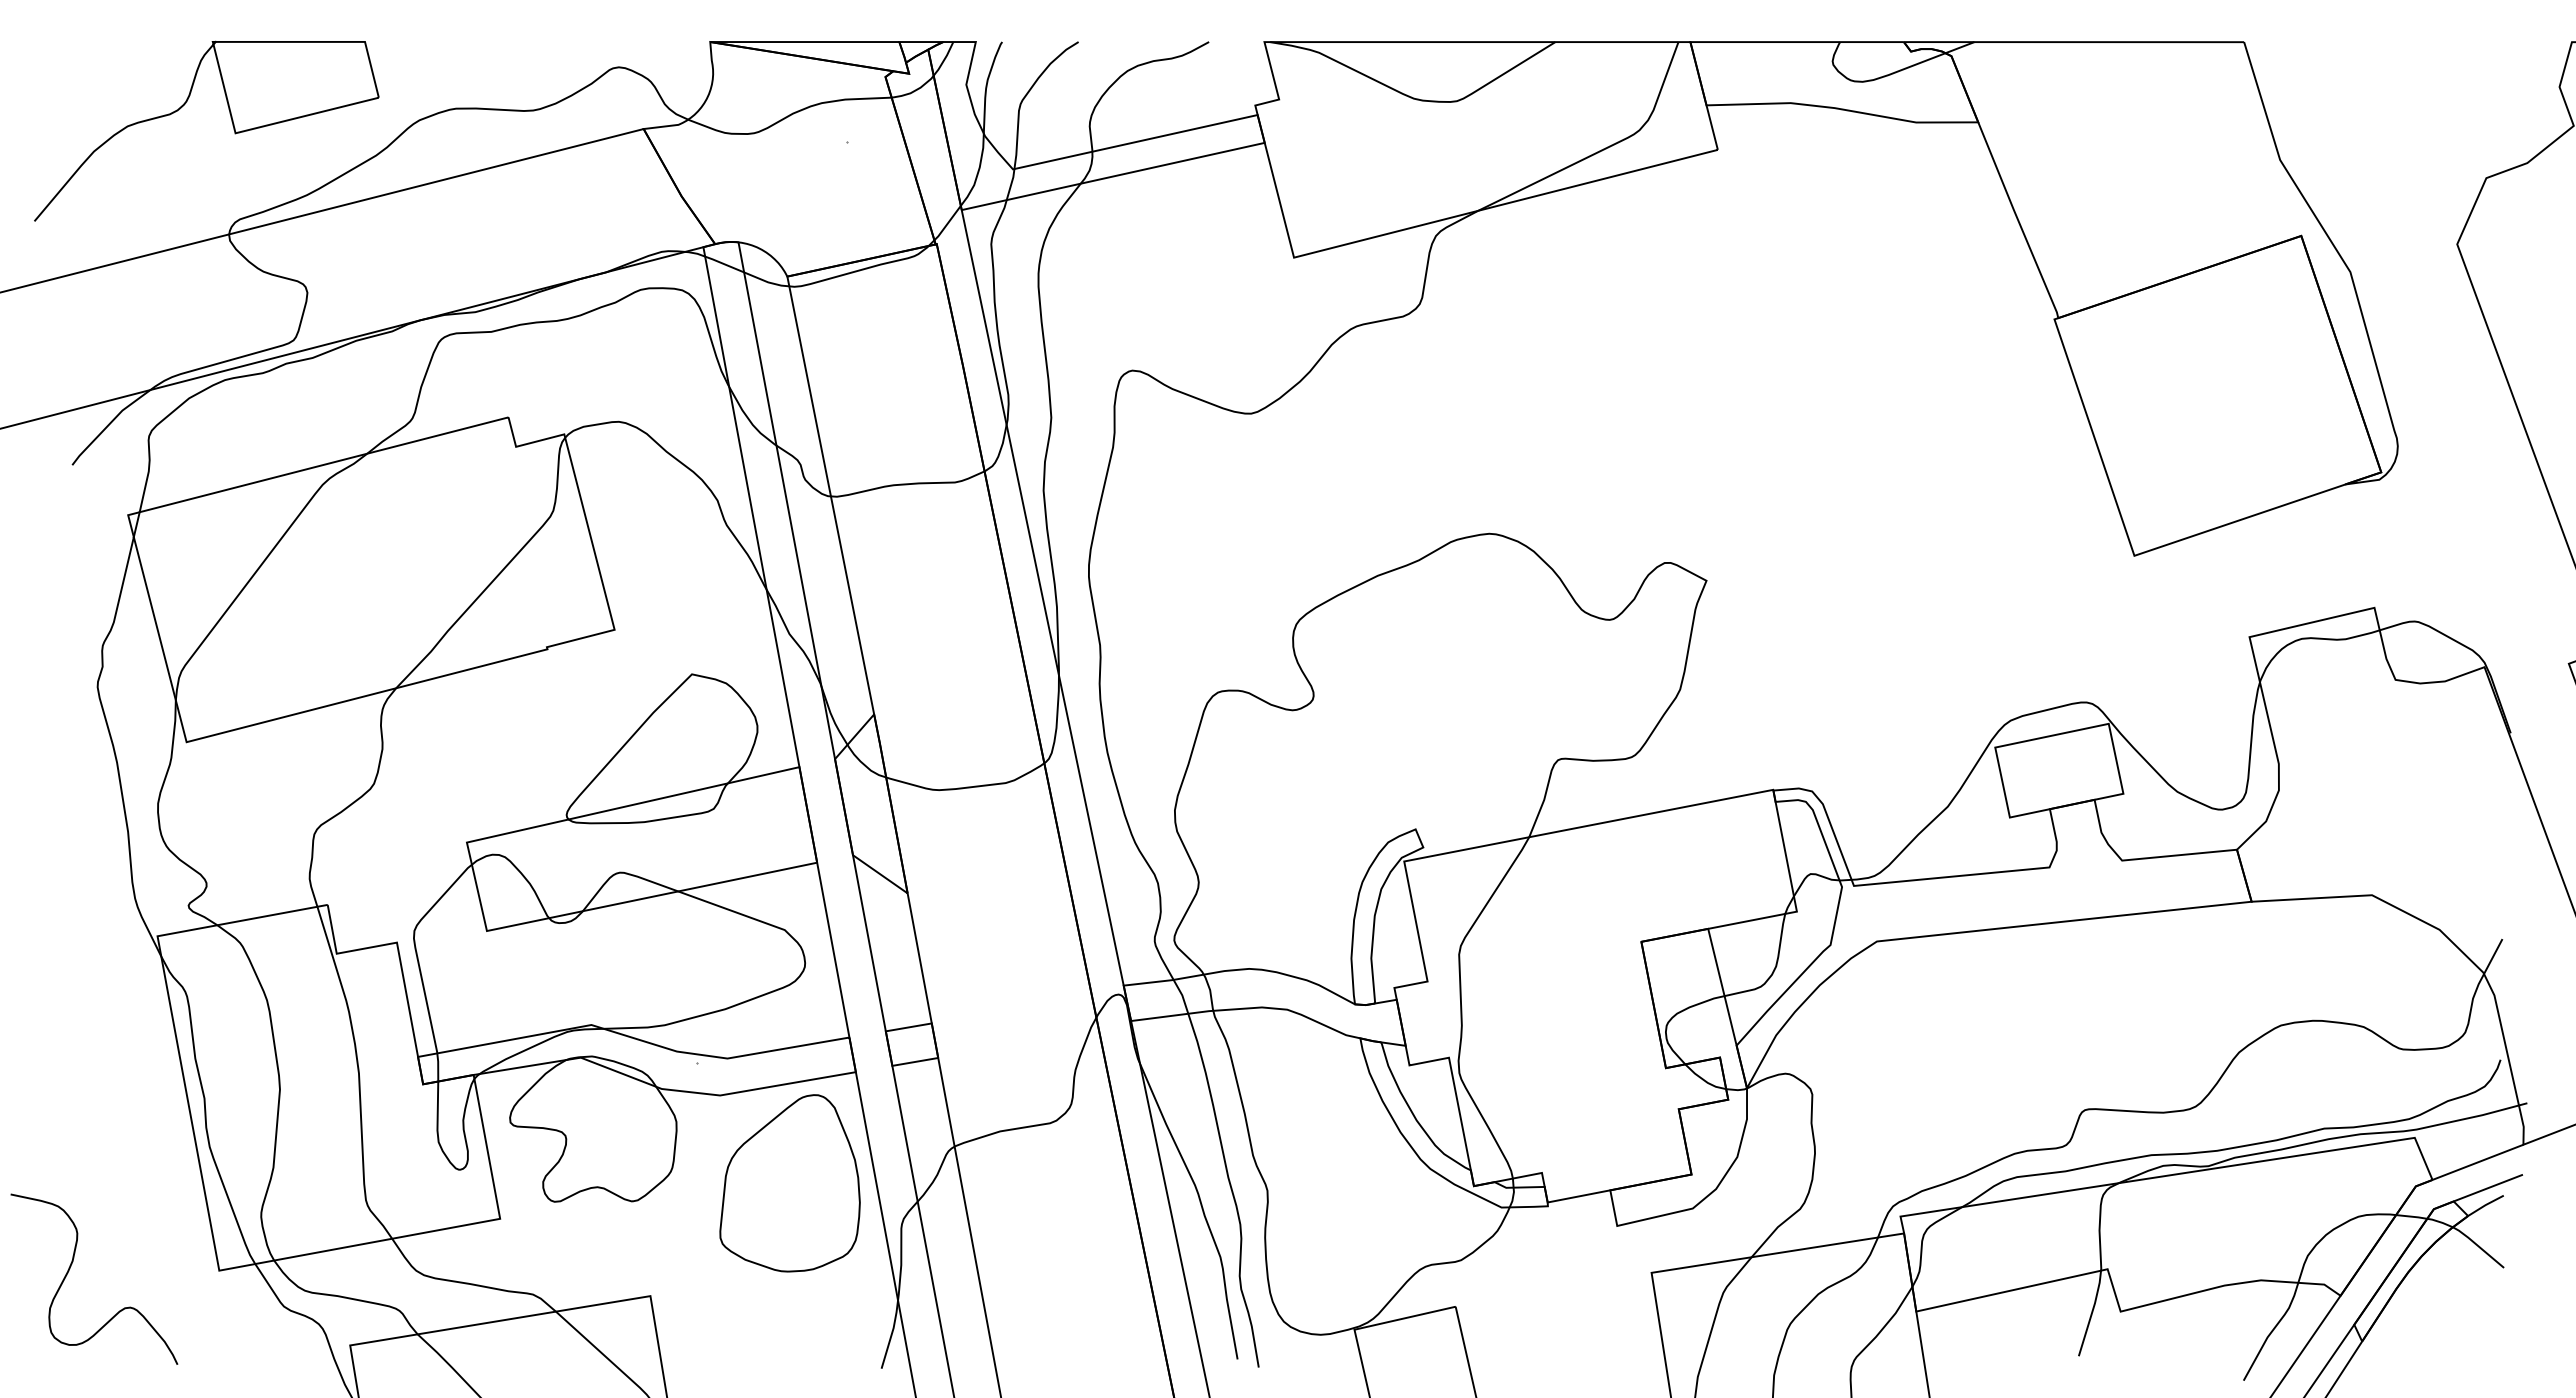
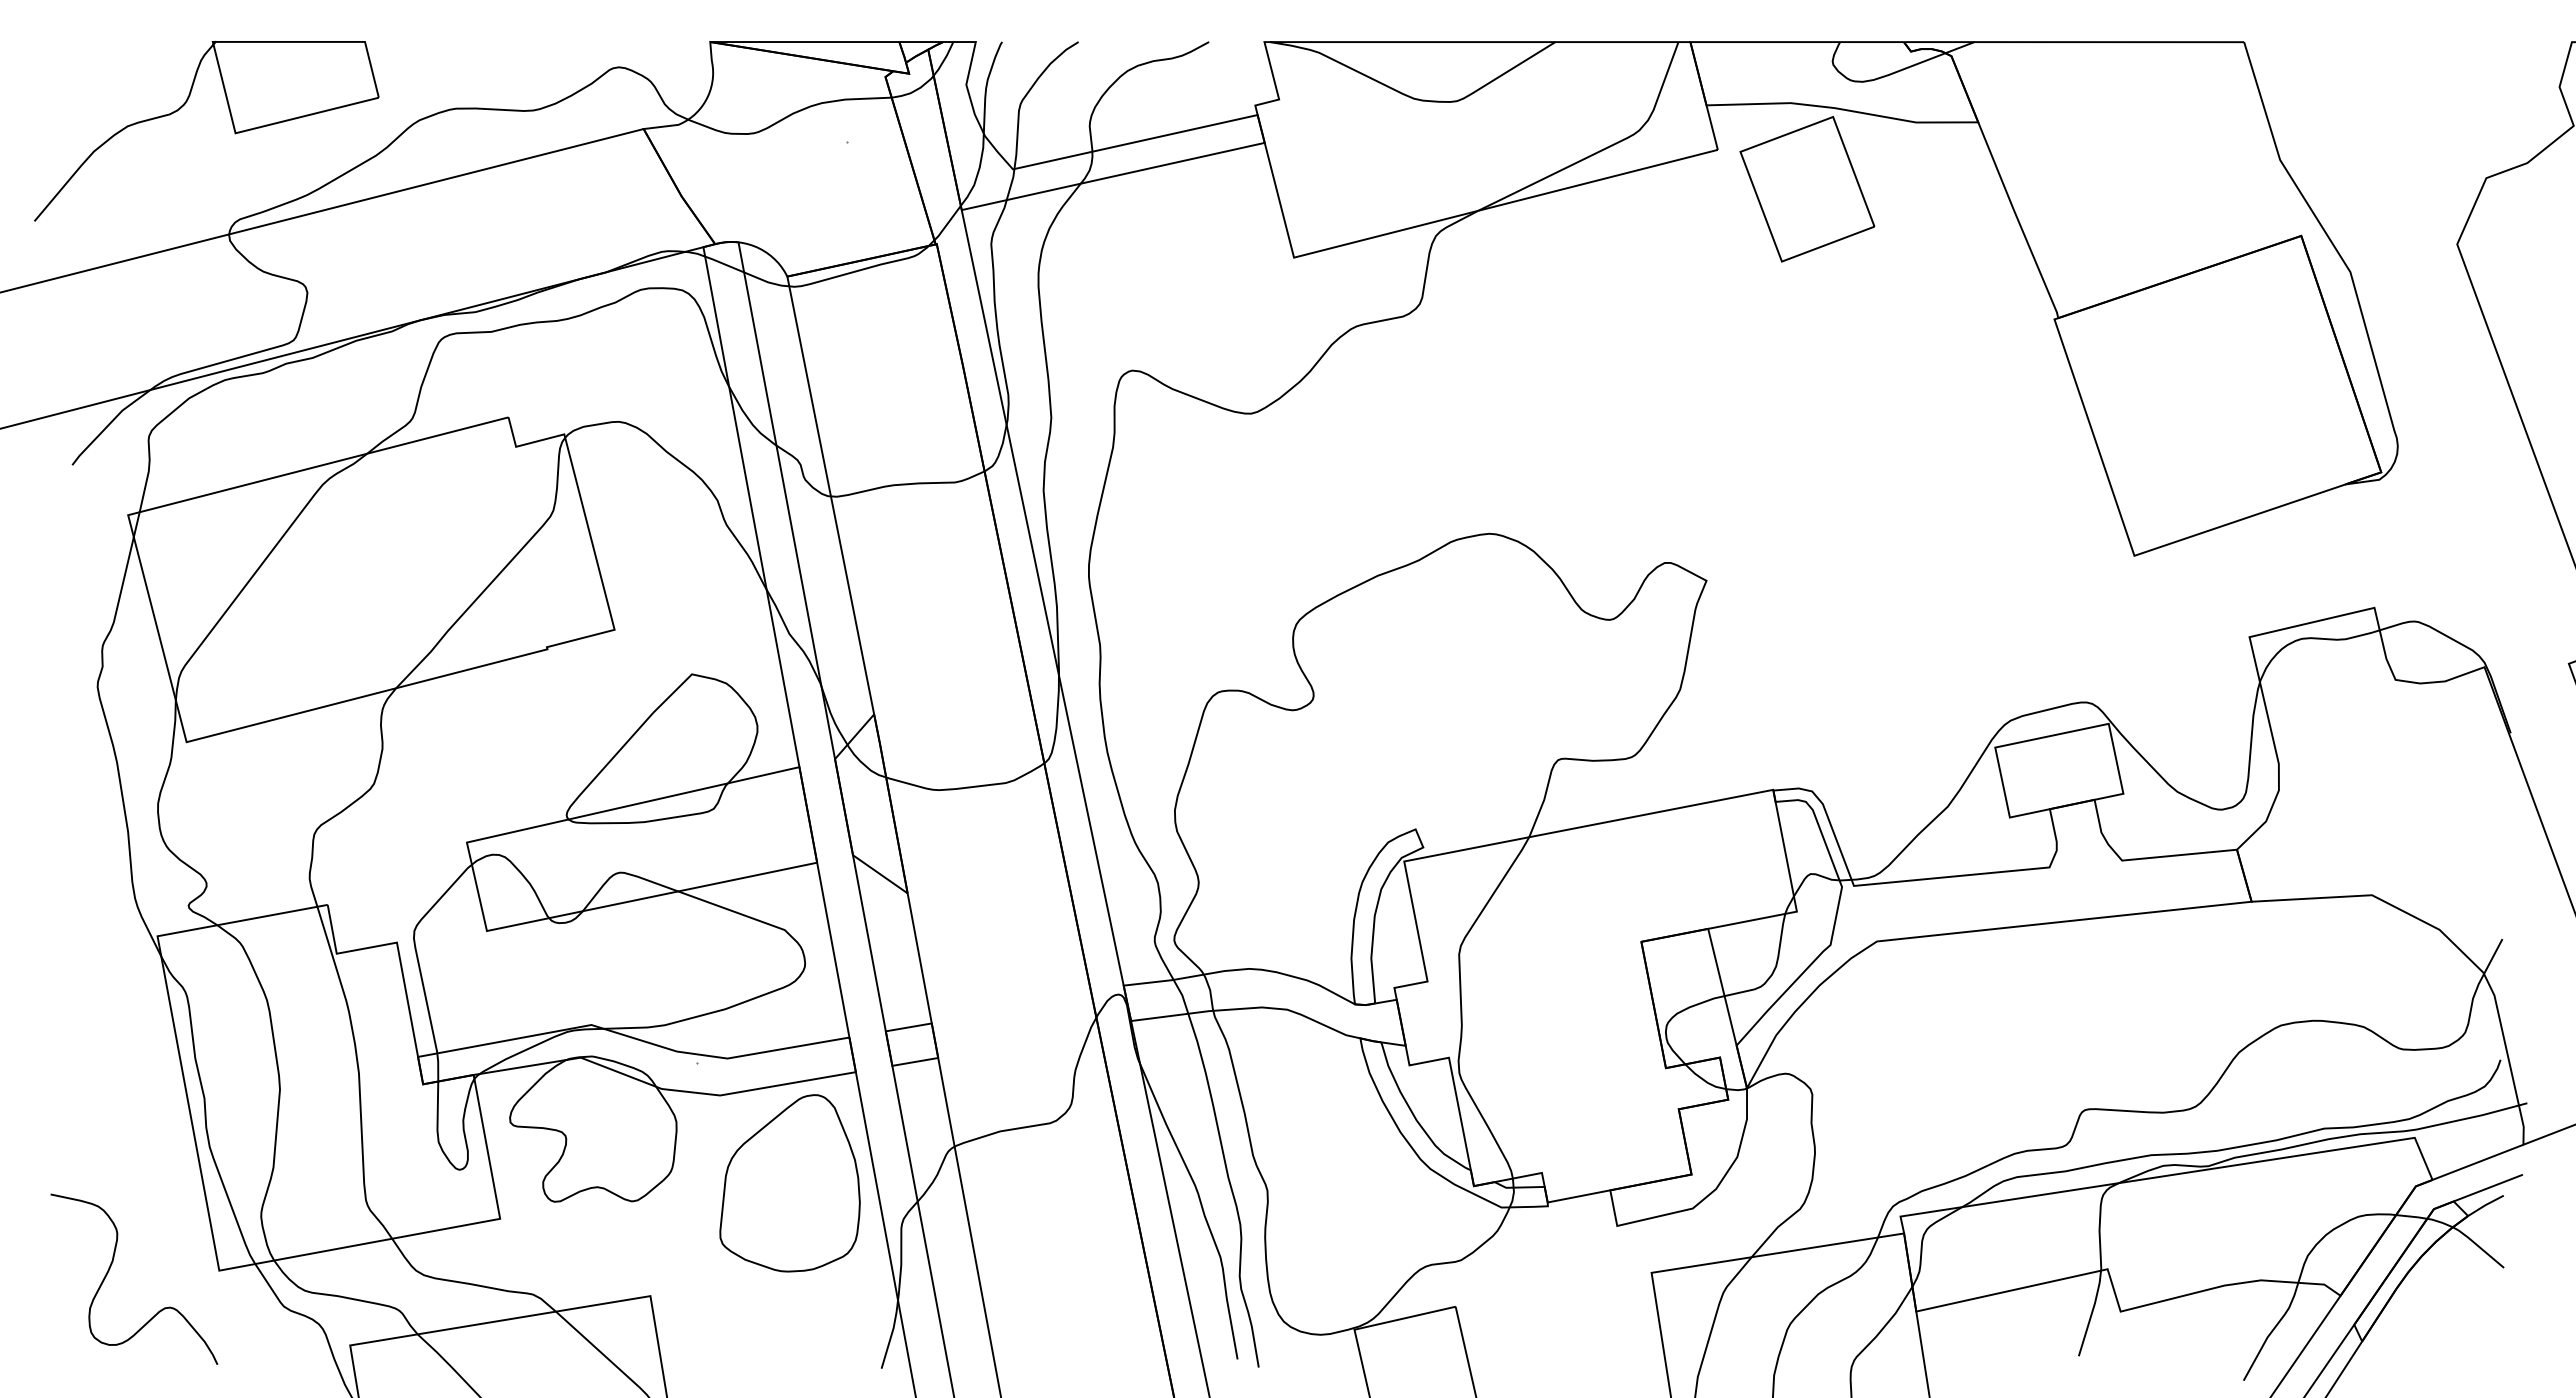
part at (1807, 189): none -> present
curve at (71, 1266) position: (71, 1266) -> (111, 1266)
